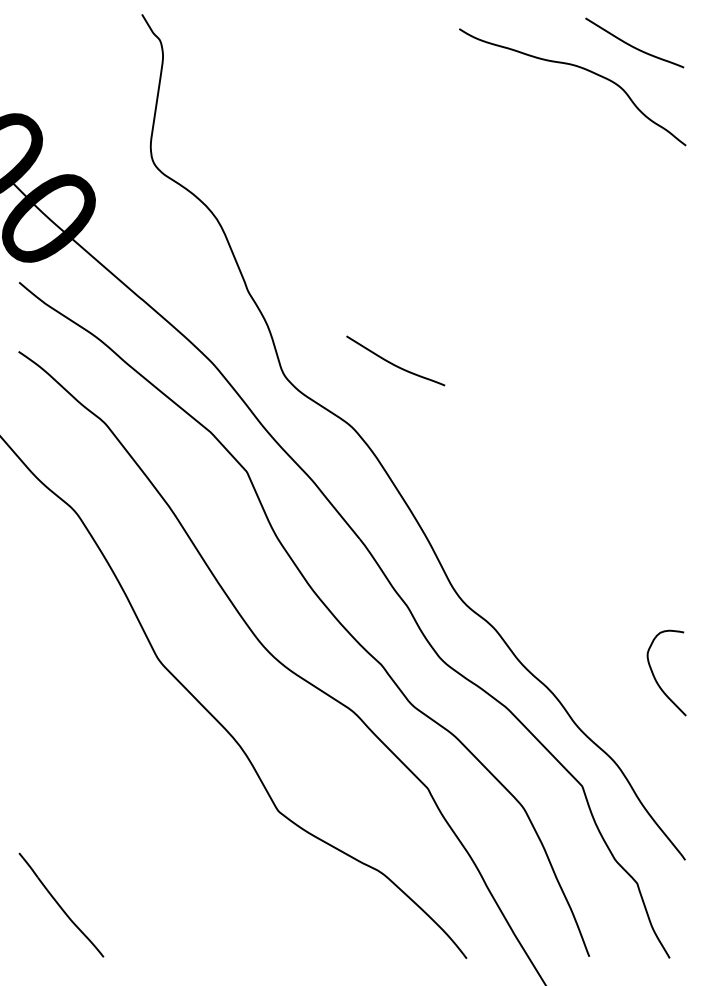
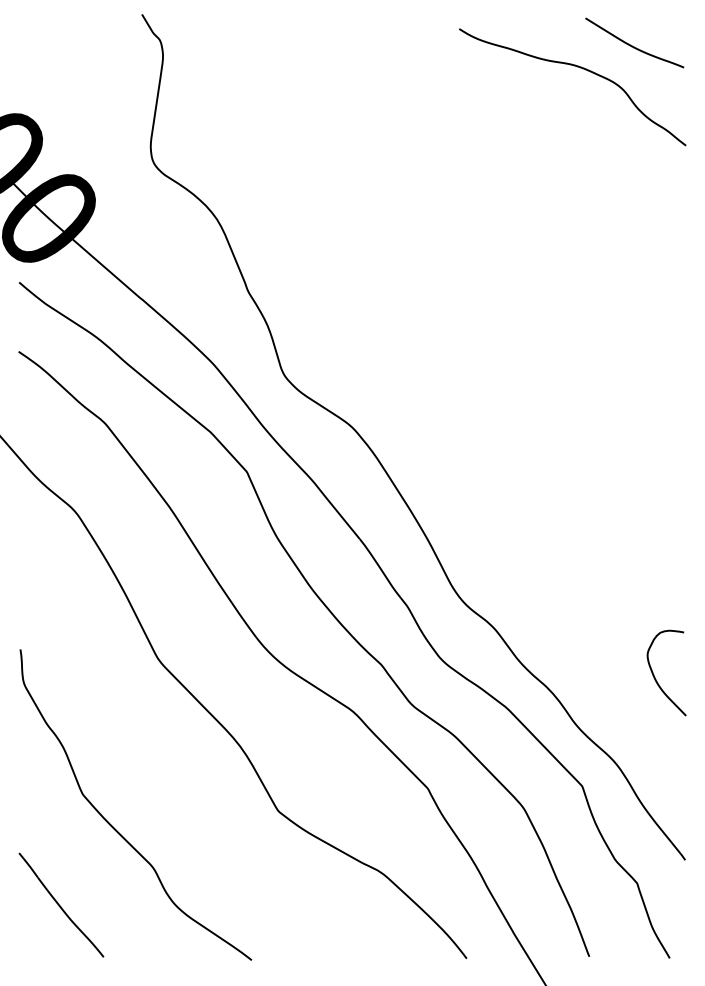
curve at (393, 363): present -> none
curve at (113, 826): none -> present
